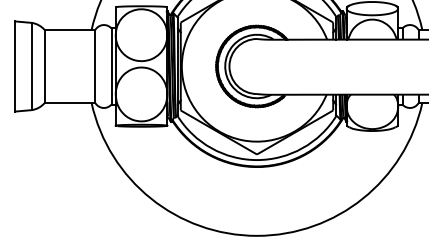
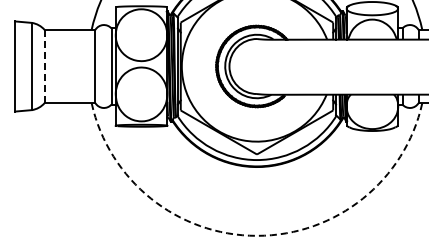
line at (44, 66): solid -> dashed
arc at (256, 235): solid -> dashed
